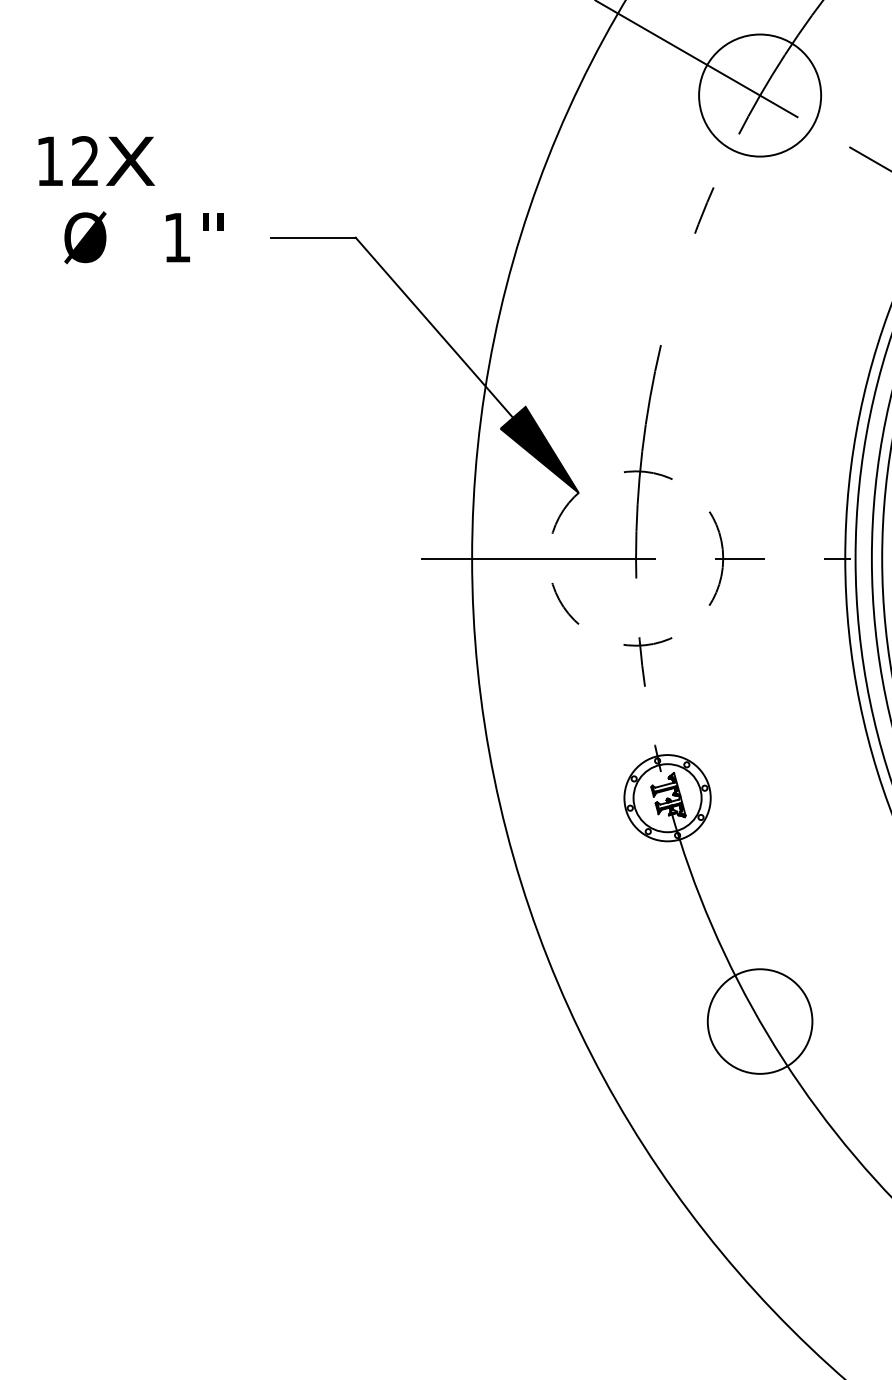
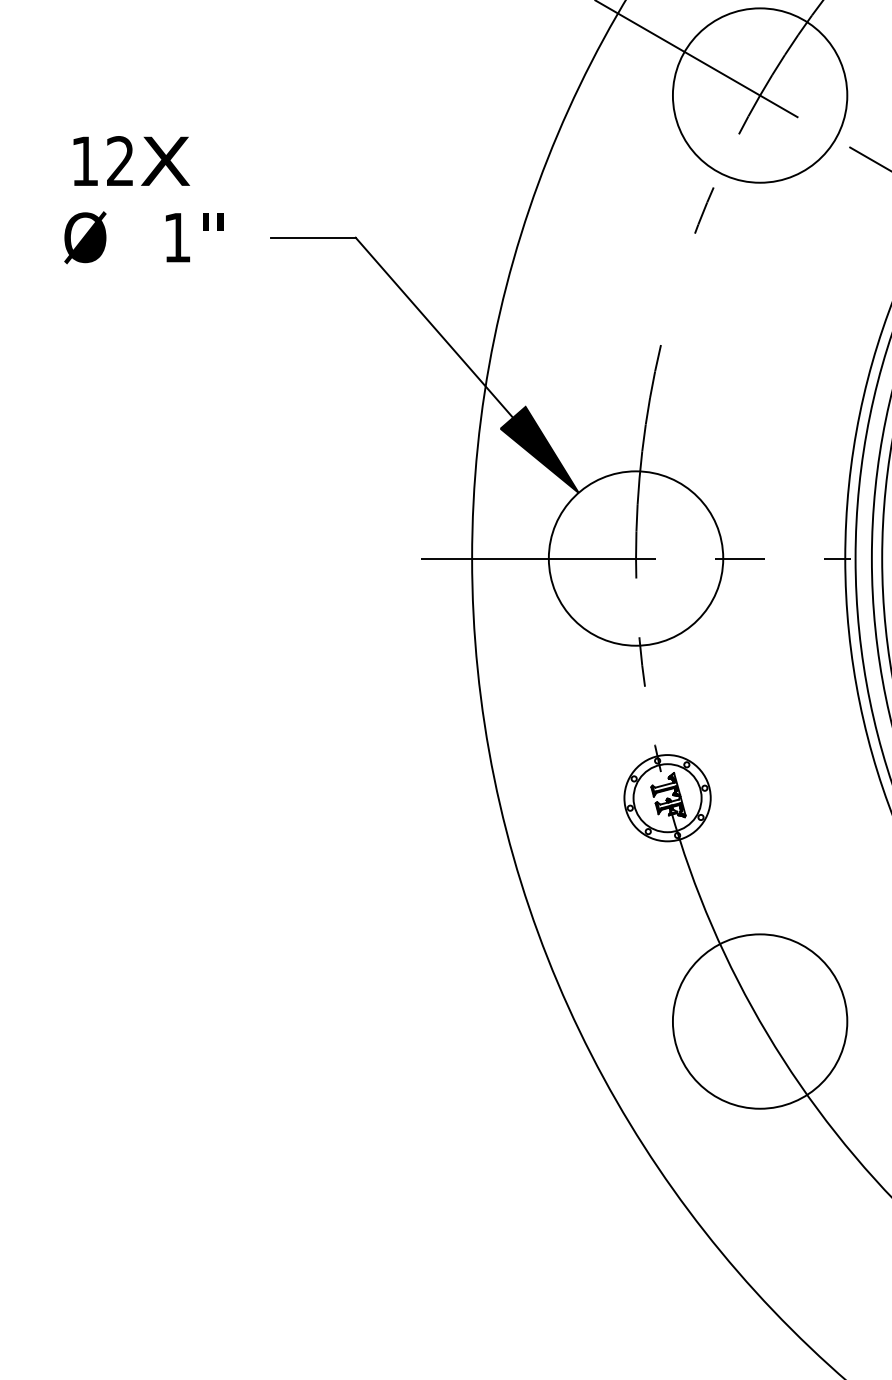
circle at (760, 95) diameter: 122 px -> 174 px
text at (96, 160) position: (96, 160) -> (131, 160)
circle at (635, 558): dashed -> solid
circle at (759, 1021) diameter: 105 px -> 174 px
